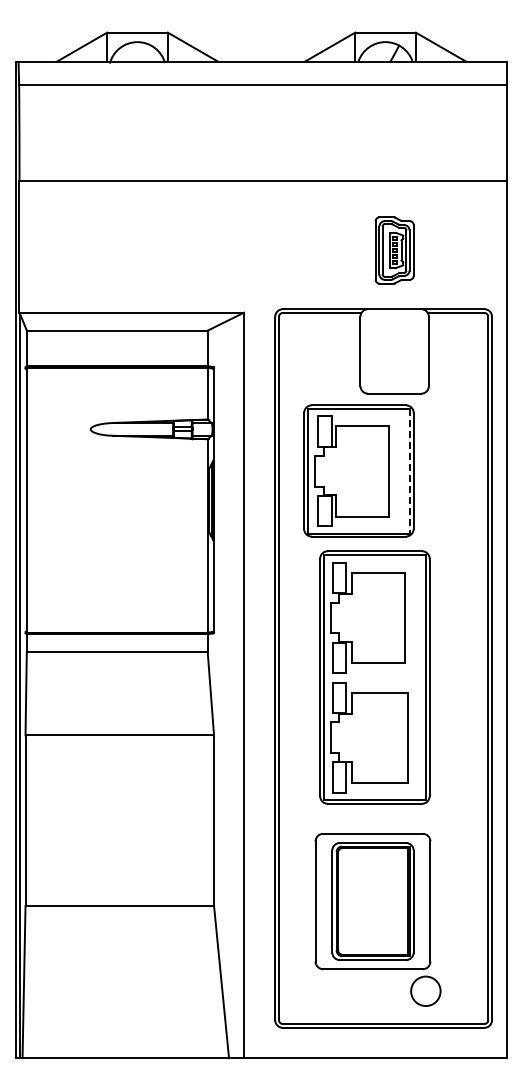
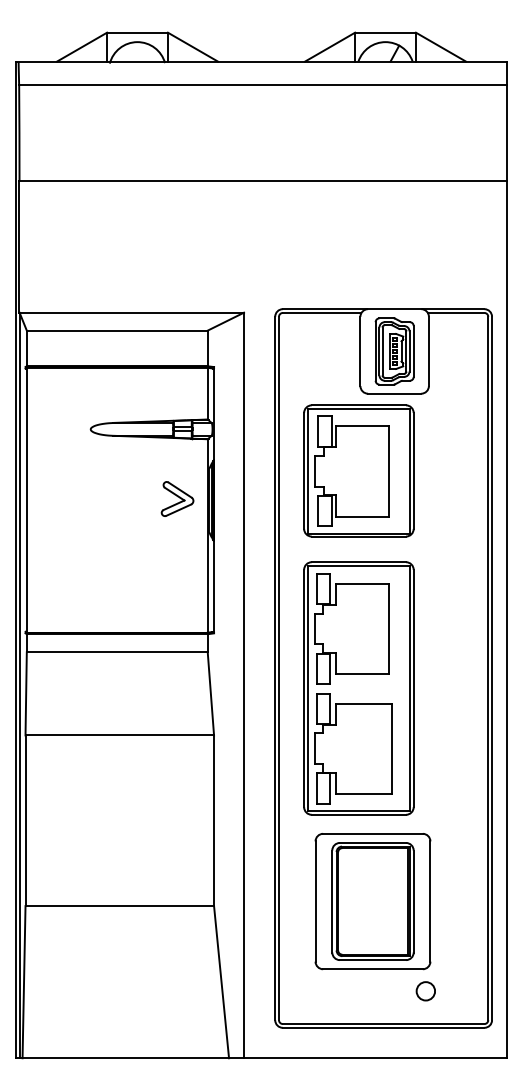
part at (394, 250) position: (394, 250) -> (394, 351)
line at (409, 471): dashed -> solid
part at (177, 498): none -> present
part at (374, 677) position: (374, 677) -> (358, 688)
circle at (425, 991) diameter: 29 px -> 18 px
